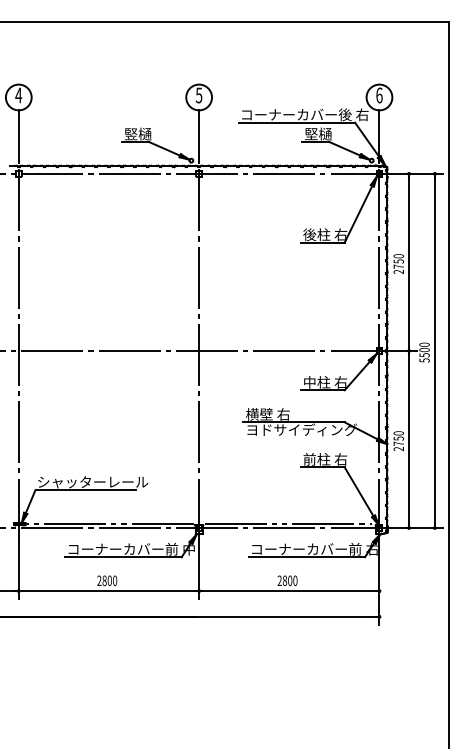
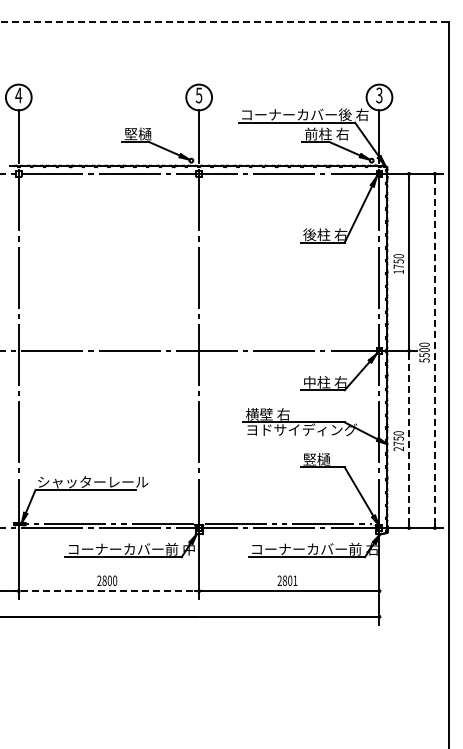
line at (225, 22): solid -> dashed
text at (379, 95): 6 -> 3
text at (130, 133): 竪樋 -> 堅樋
text at (326, 133): 堅樋 -> 前柱 右
text at (398, 271): 2750 -> 1750
line at (434, 350): solid -> dashed
line at (409, 439): solid -> dashed
text at (325, 459): 前柱 右 -> 竪樋
text at (295, 580): 2800 -> 2801
line at (108, 591): solid -> dashed
